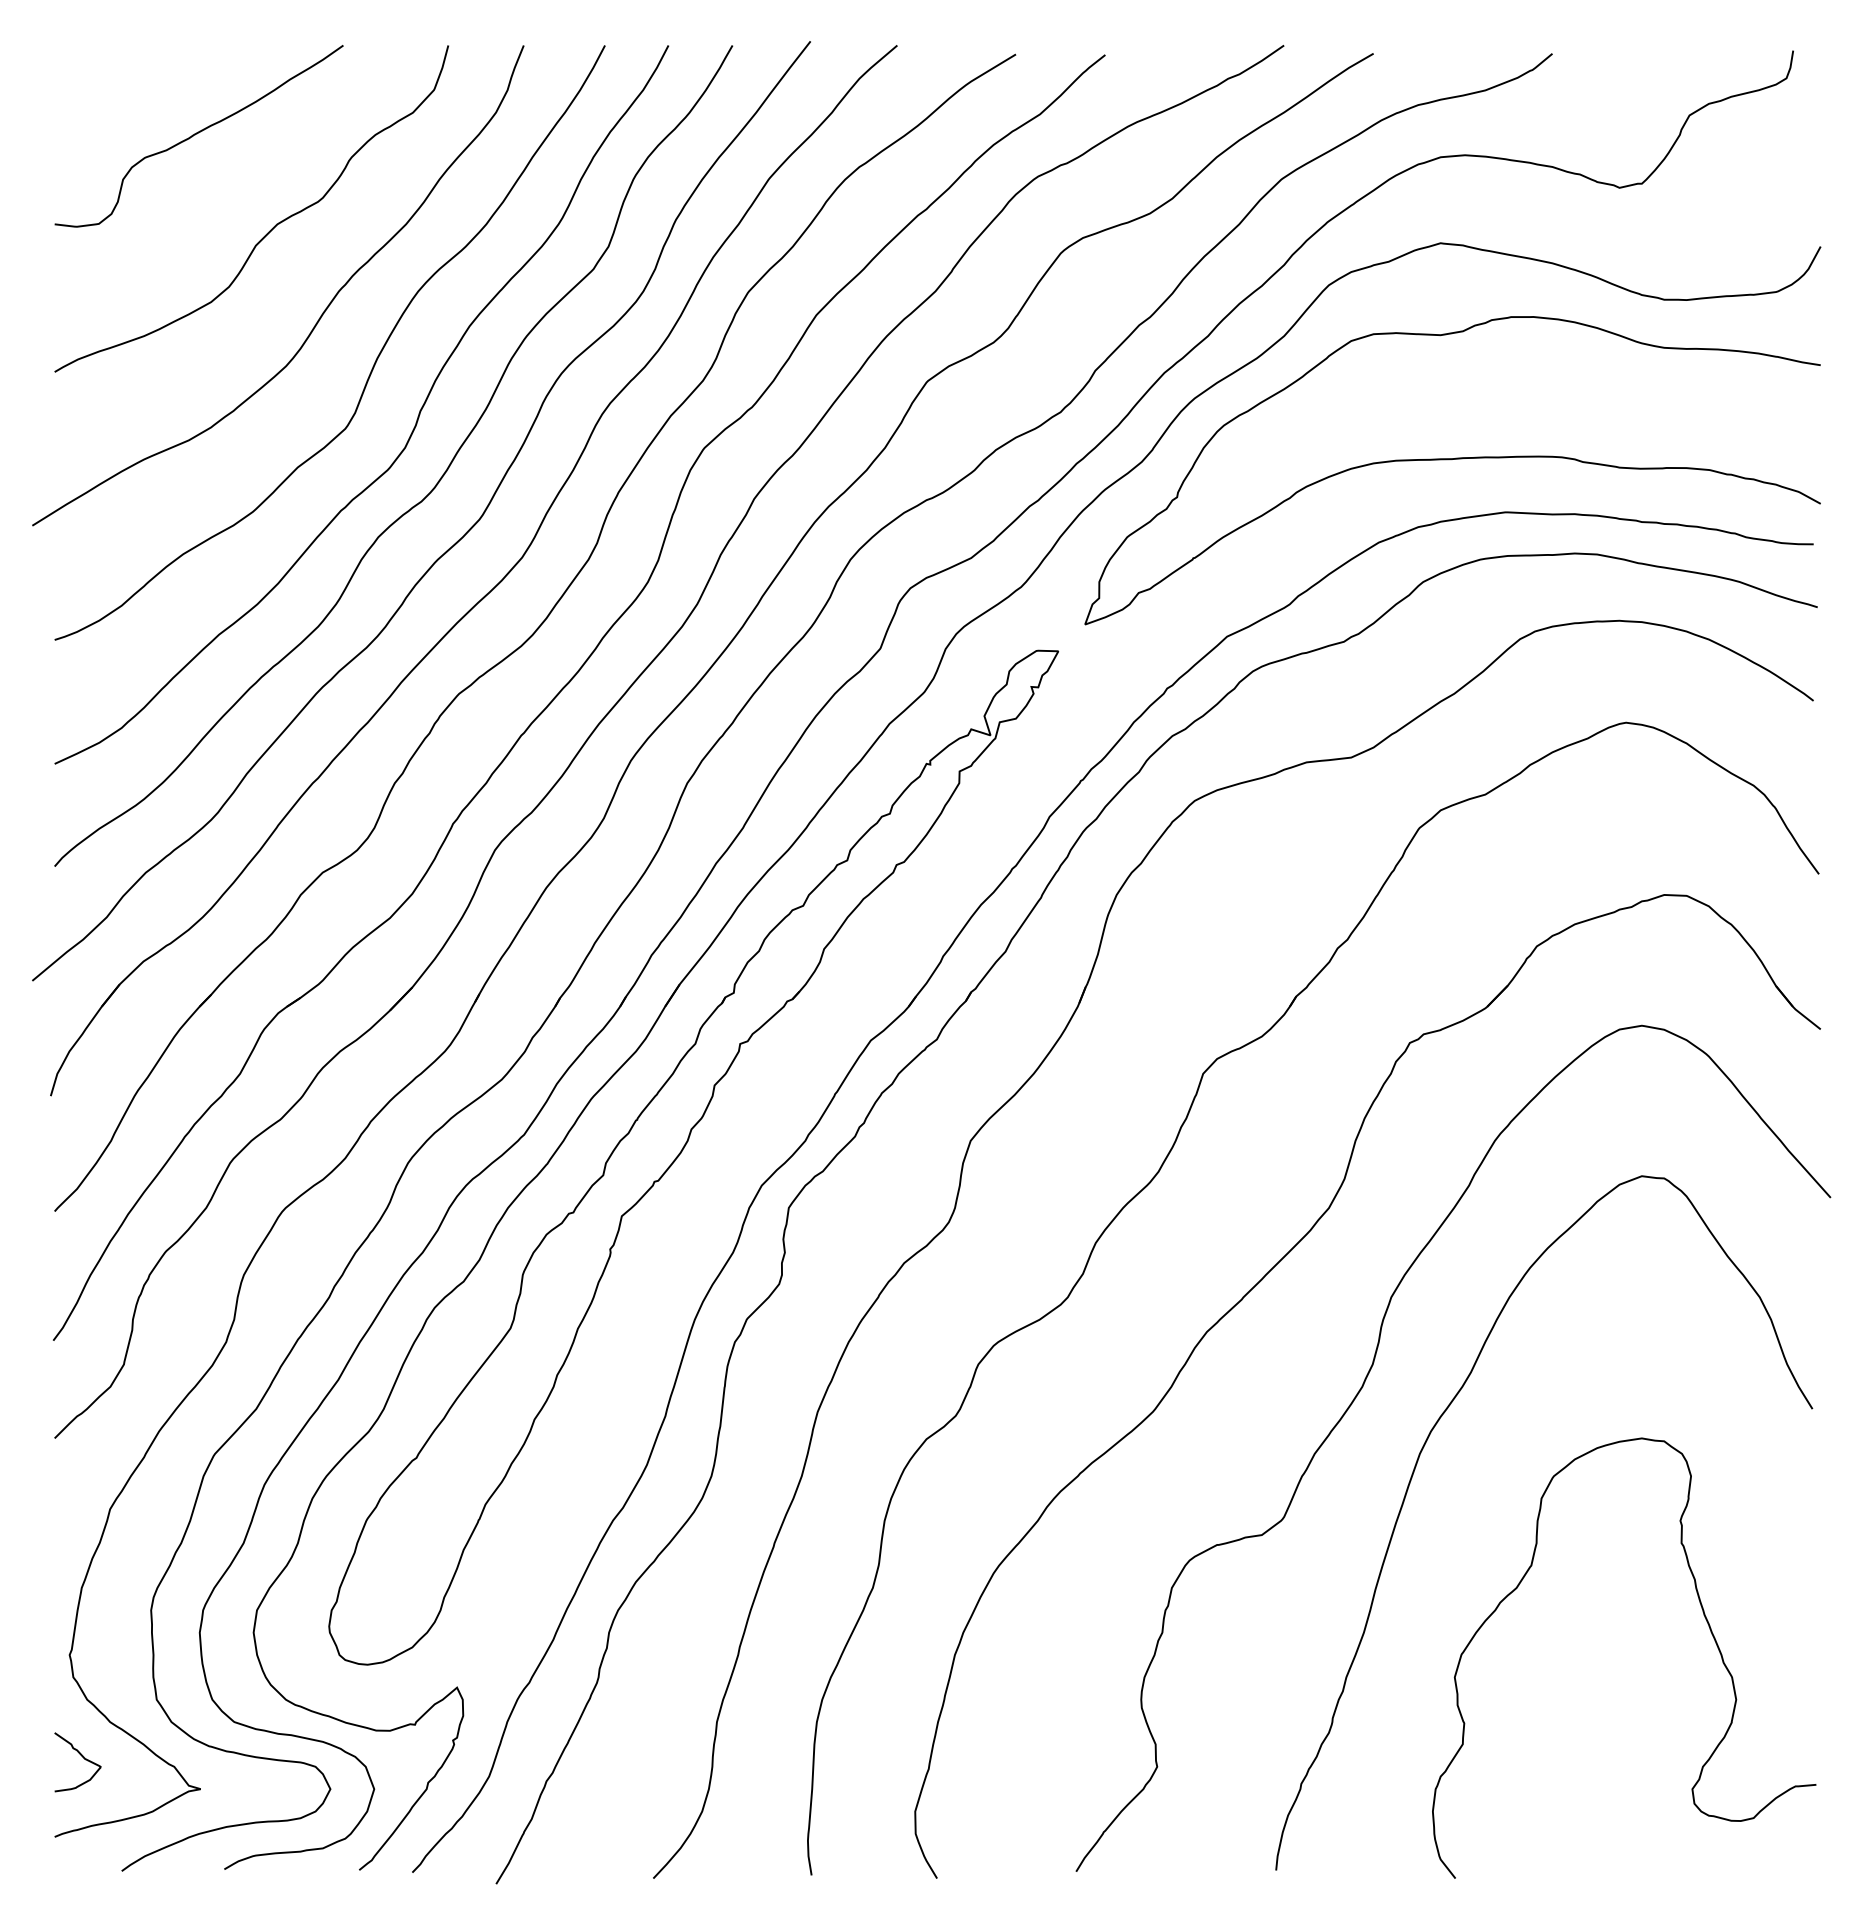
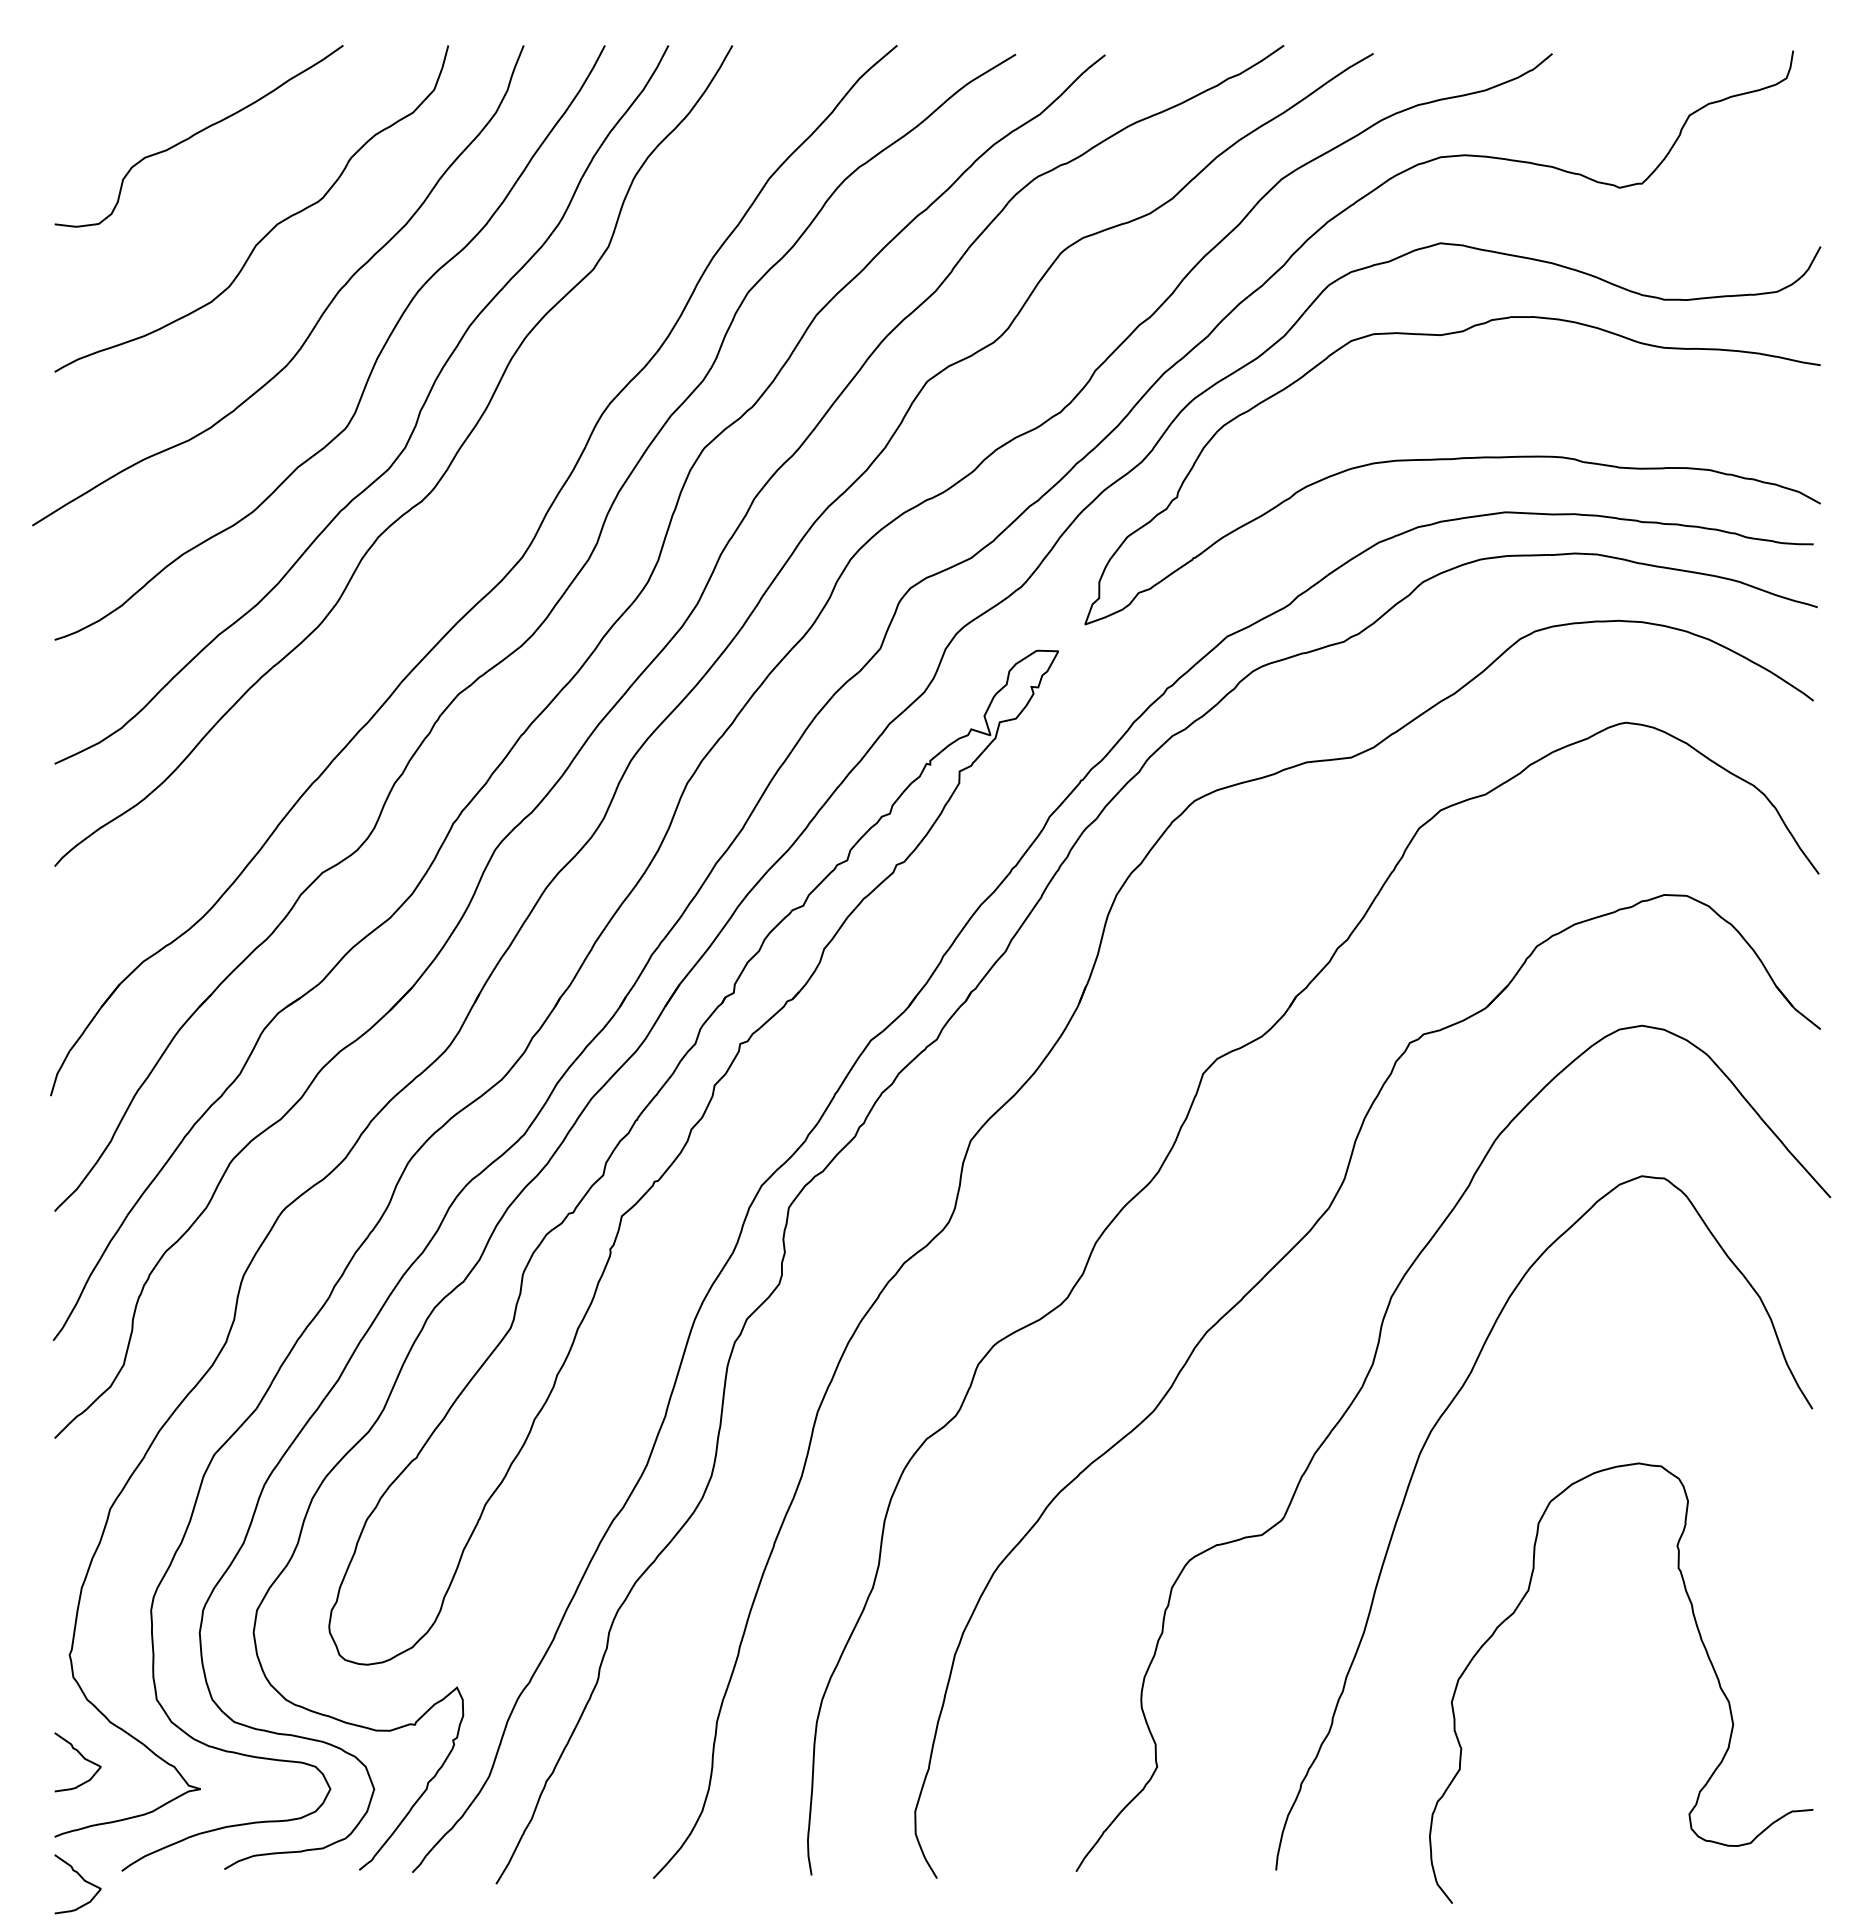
curve at (448, 548): present -> none
curve at (1707, 1624) position: (1707, 1624) -> (1704, 1649)
curve at (82, 1879): none -> present
